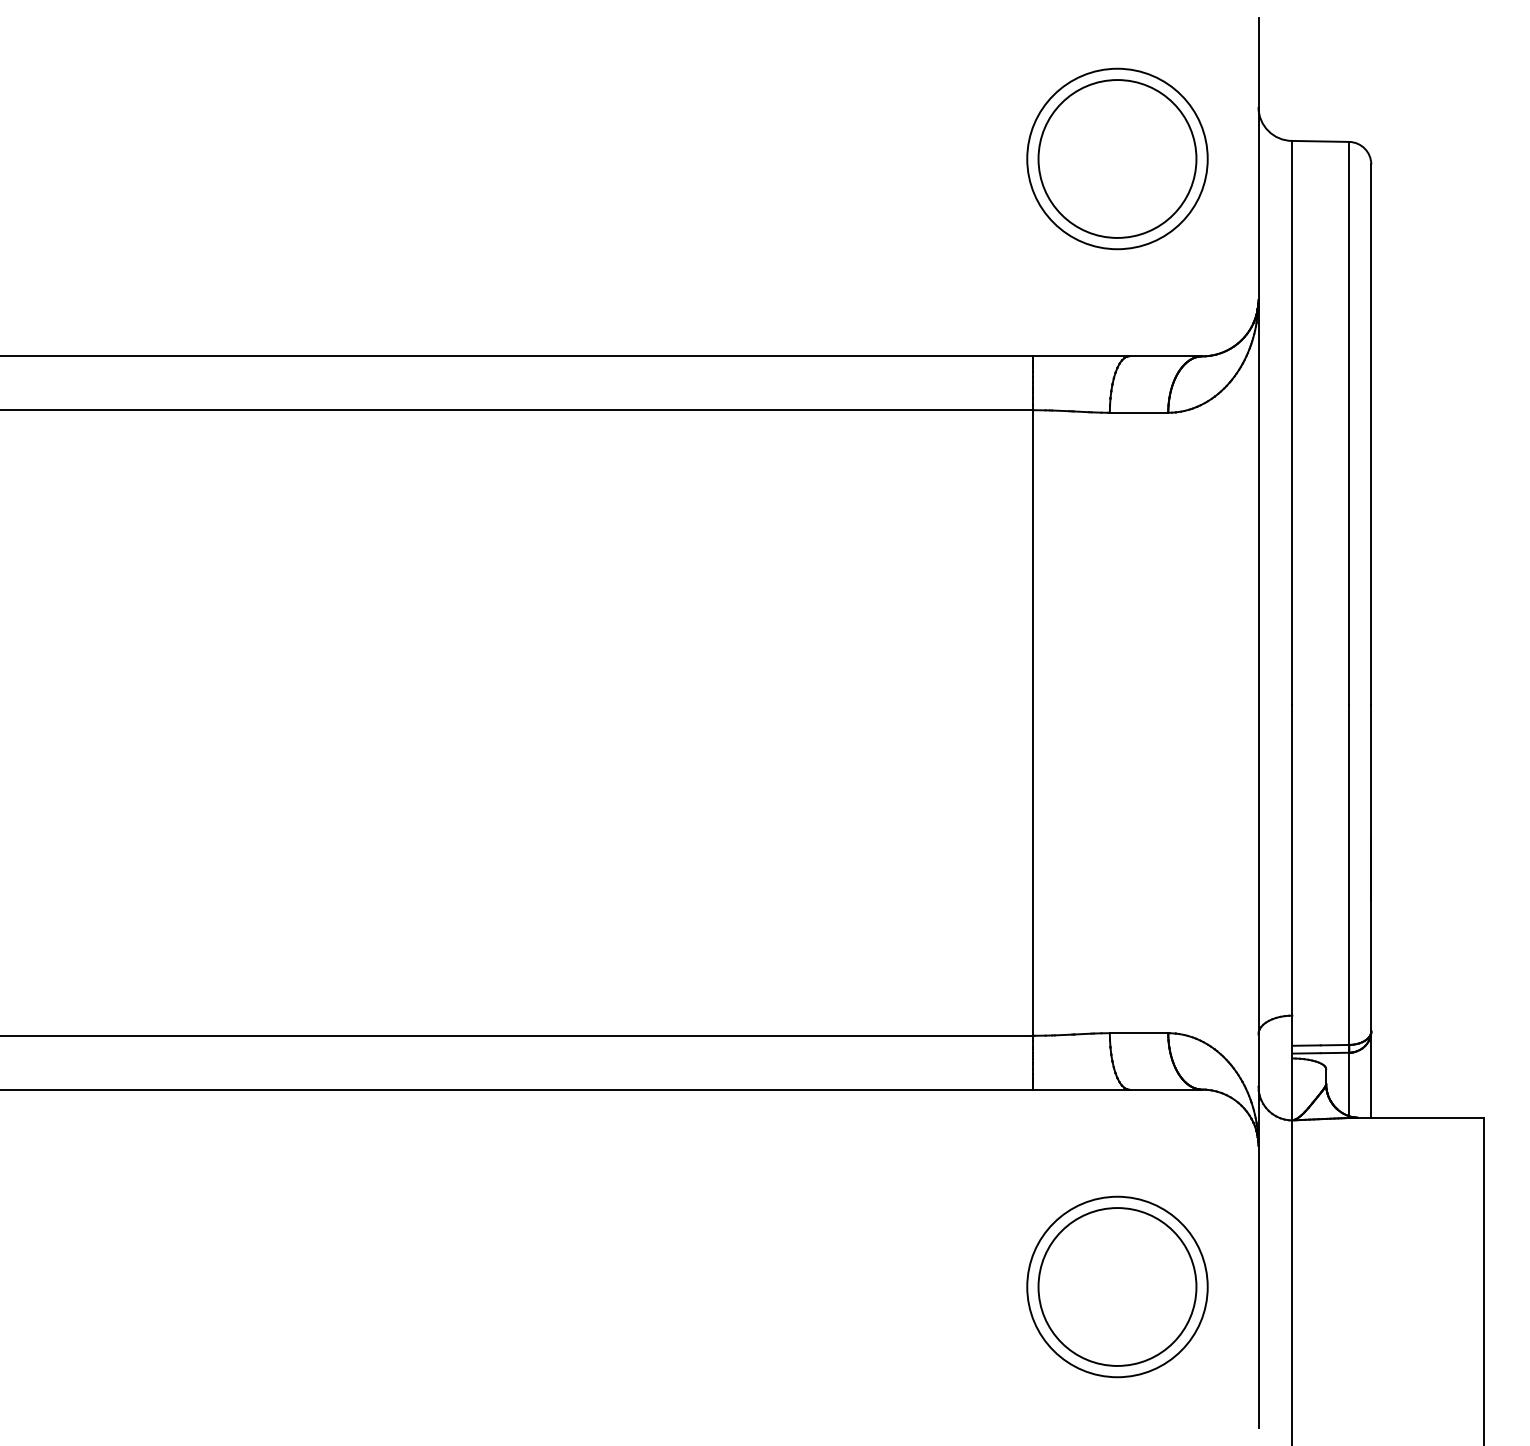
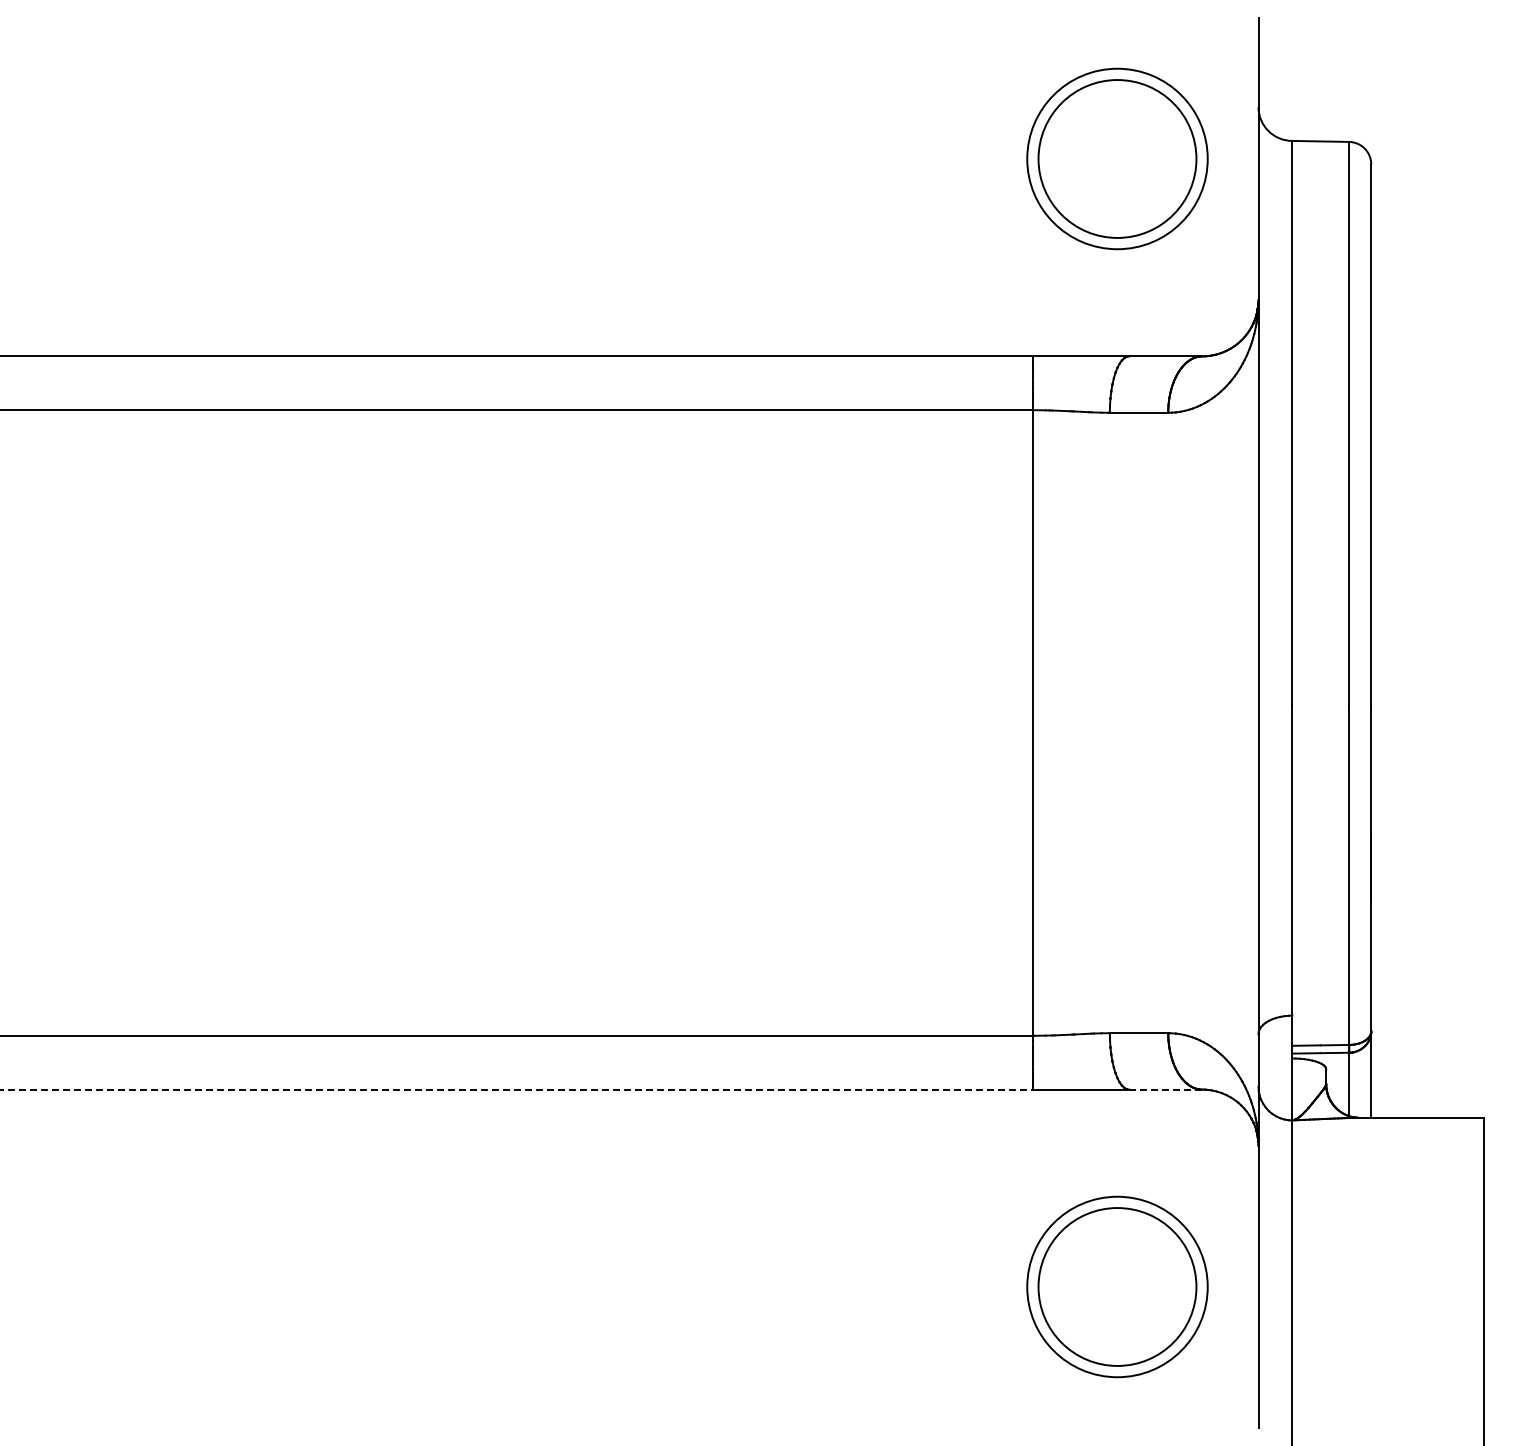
line at (516, 1089): solid -> dashed
line at (1166, 1089): solid -> dashed
